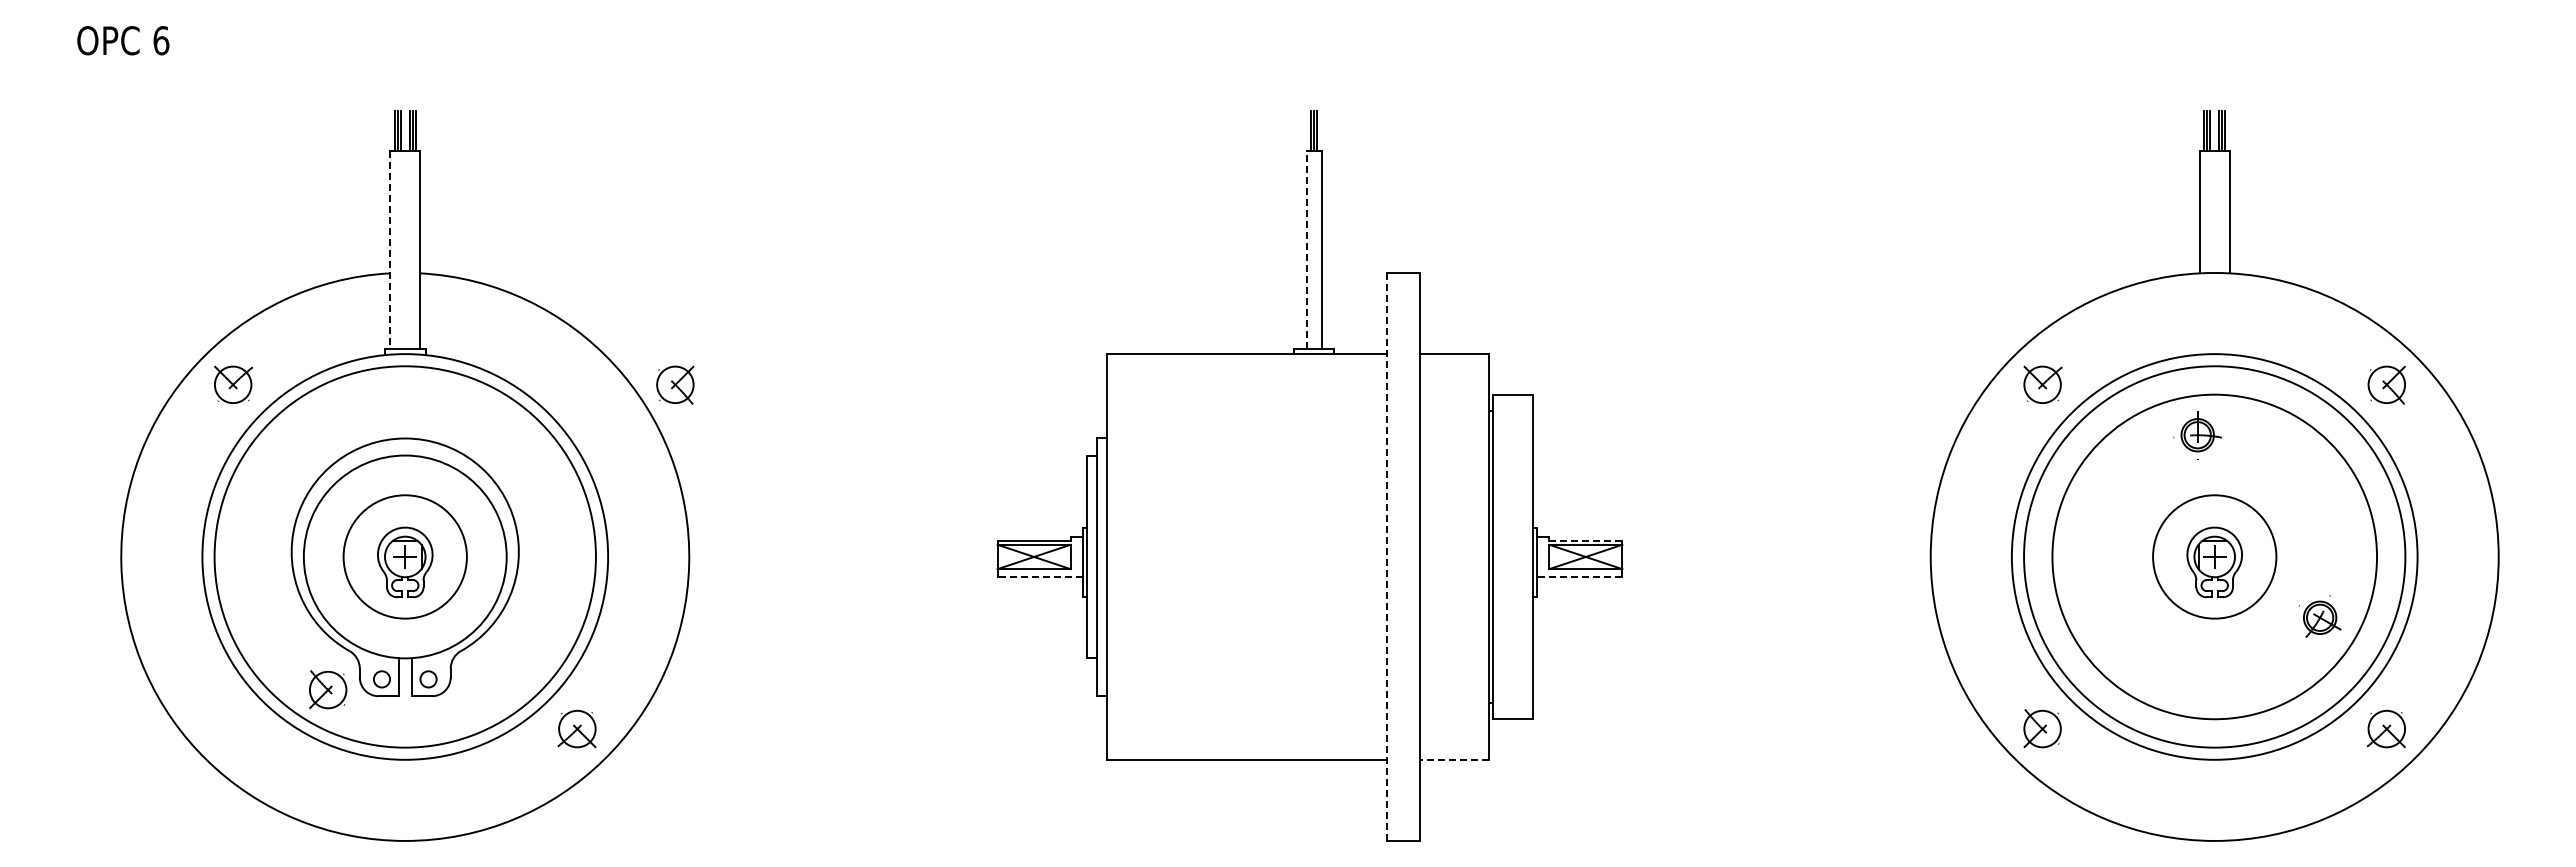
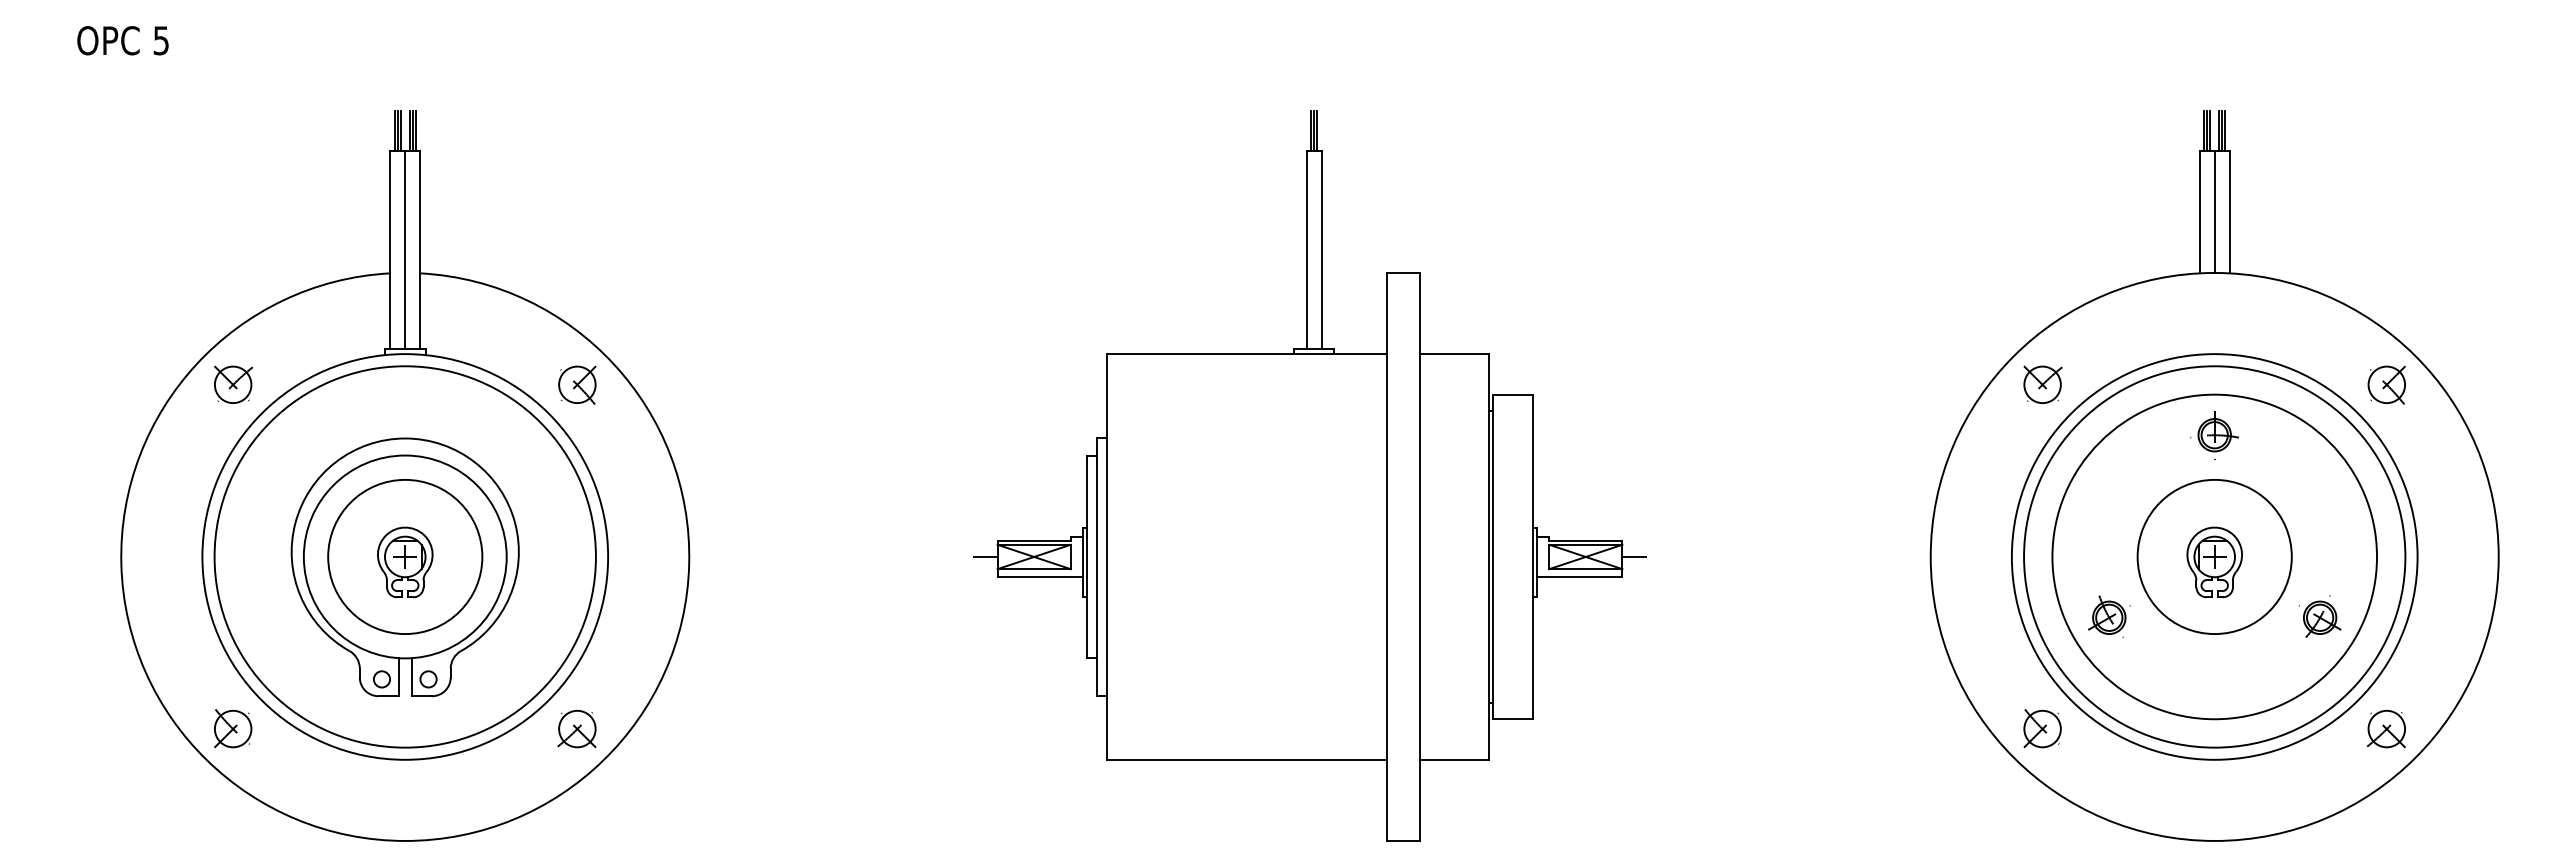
text at (161, 40): 6 -> 5
line at (2214, 211): none -> present
line at (390, 249): dashed -> solid
line at (405, 249): none -> present
line at (1306, 249): dashed -> solid
part at (675, 384) position: (675, 384) -> (577, 384)
part at (2197, 435) position: (2197, 435) -> (2214, 435)
line at (1585, 540): dashed -> solid
circle at (404, 556) diameter: 123 px -> 154 px
line at (985, 556): none -> present
line at (1387, 556): dashed -> solid
line at (1634, 556): none -> present
circle at (2214, 556) diameter: 123 px -> 154 px
line at (1040, 577): dashed -> solid
line at (1579, 577): dashed -> solid
part at (2109, 616): none -> present
part at (328, 689) position: (328, 689) -> (233, 728)
line at (1453, 759): dashed -> solid
